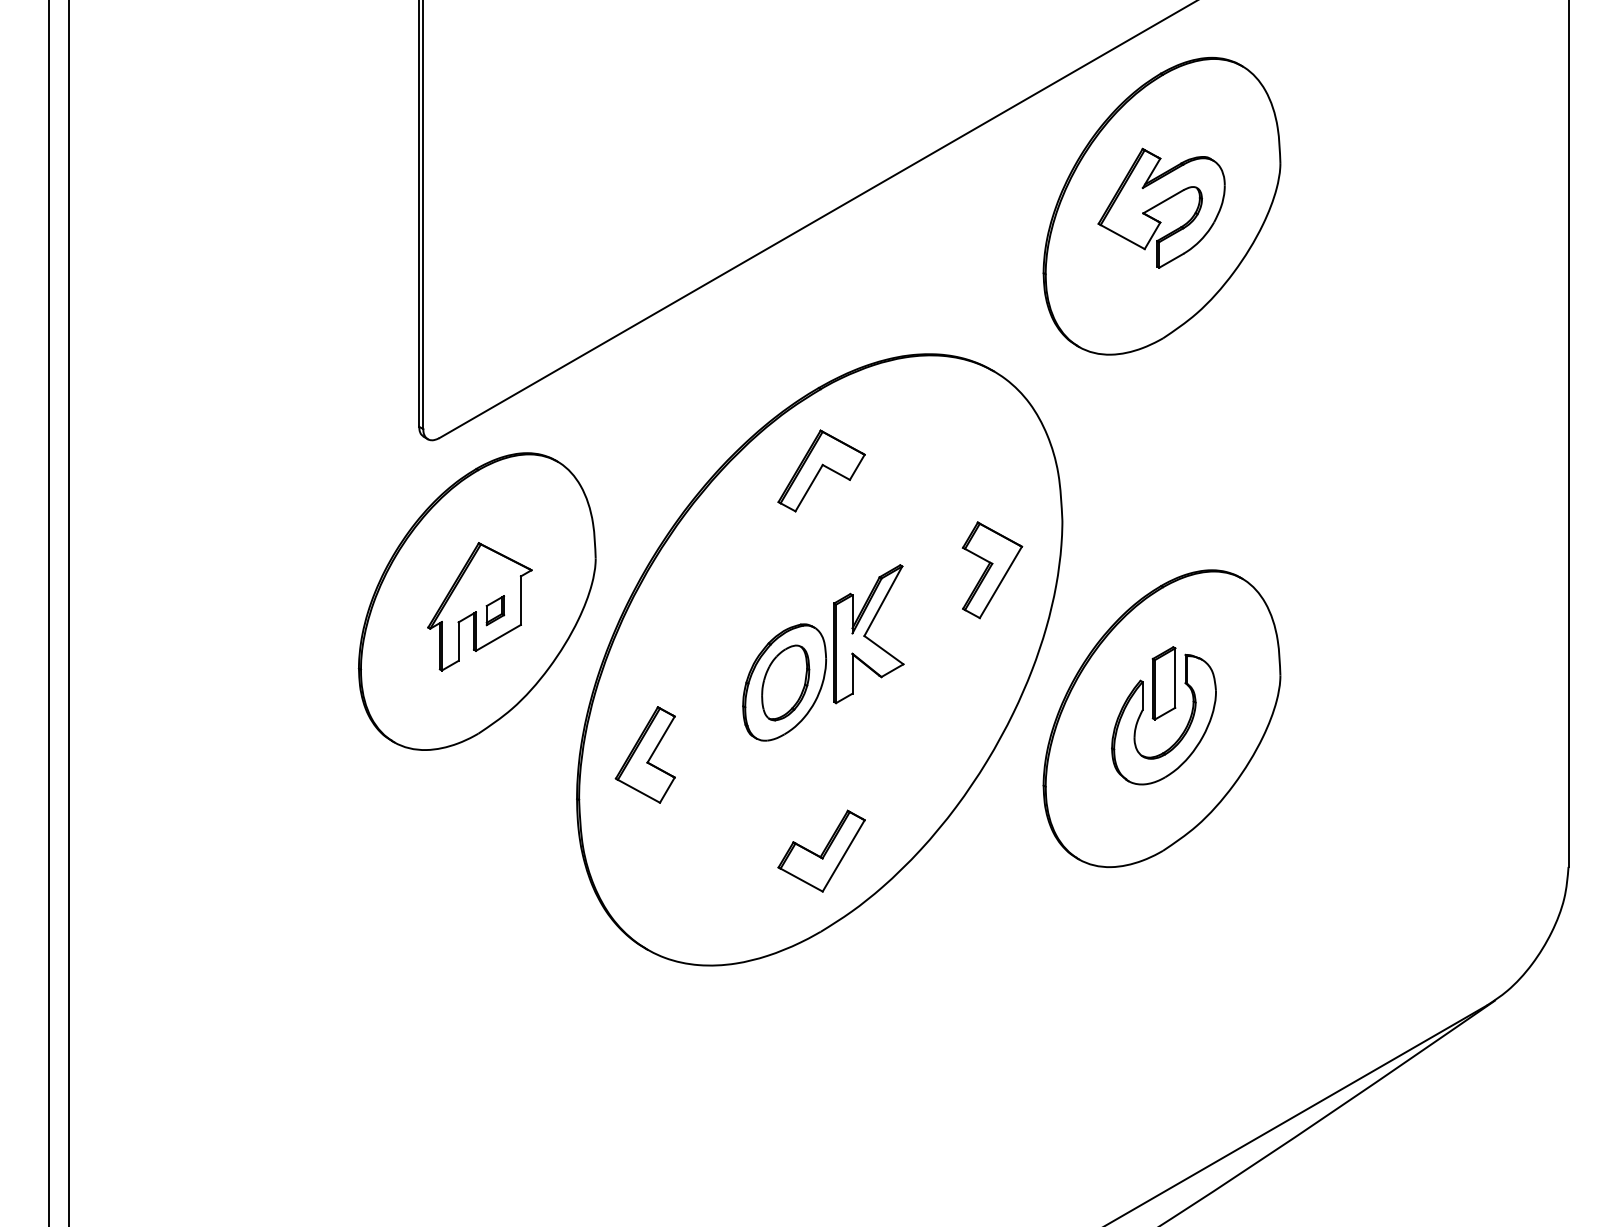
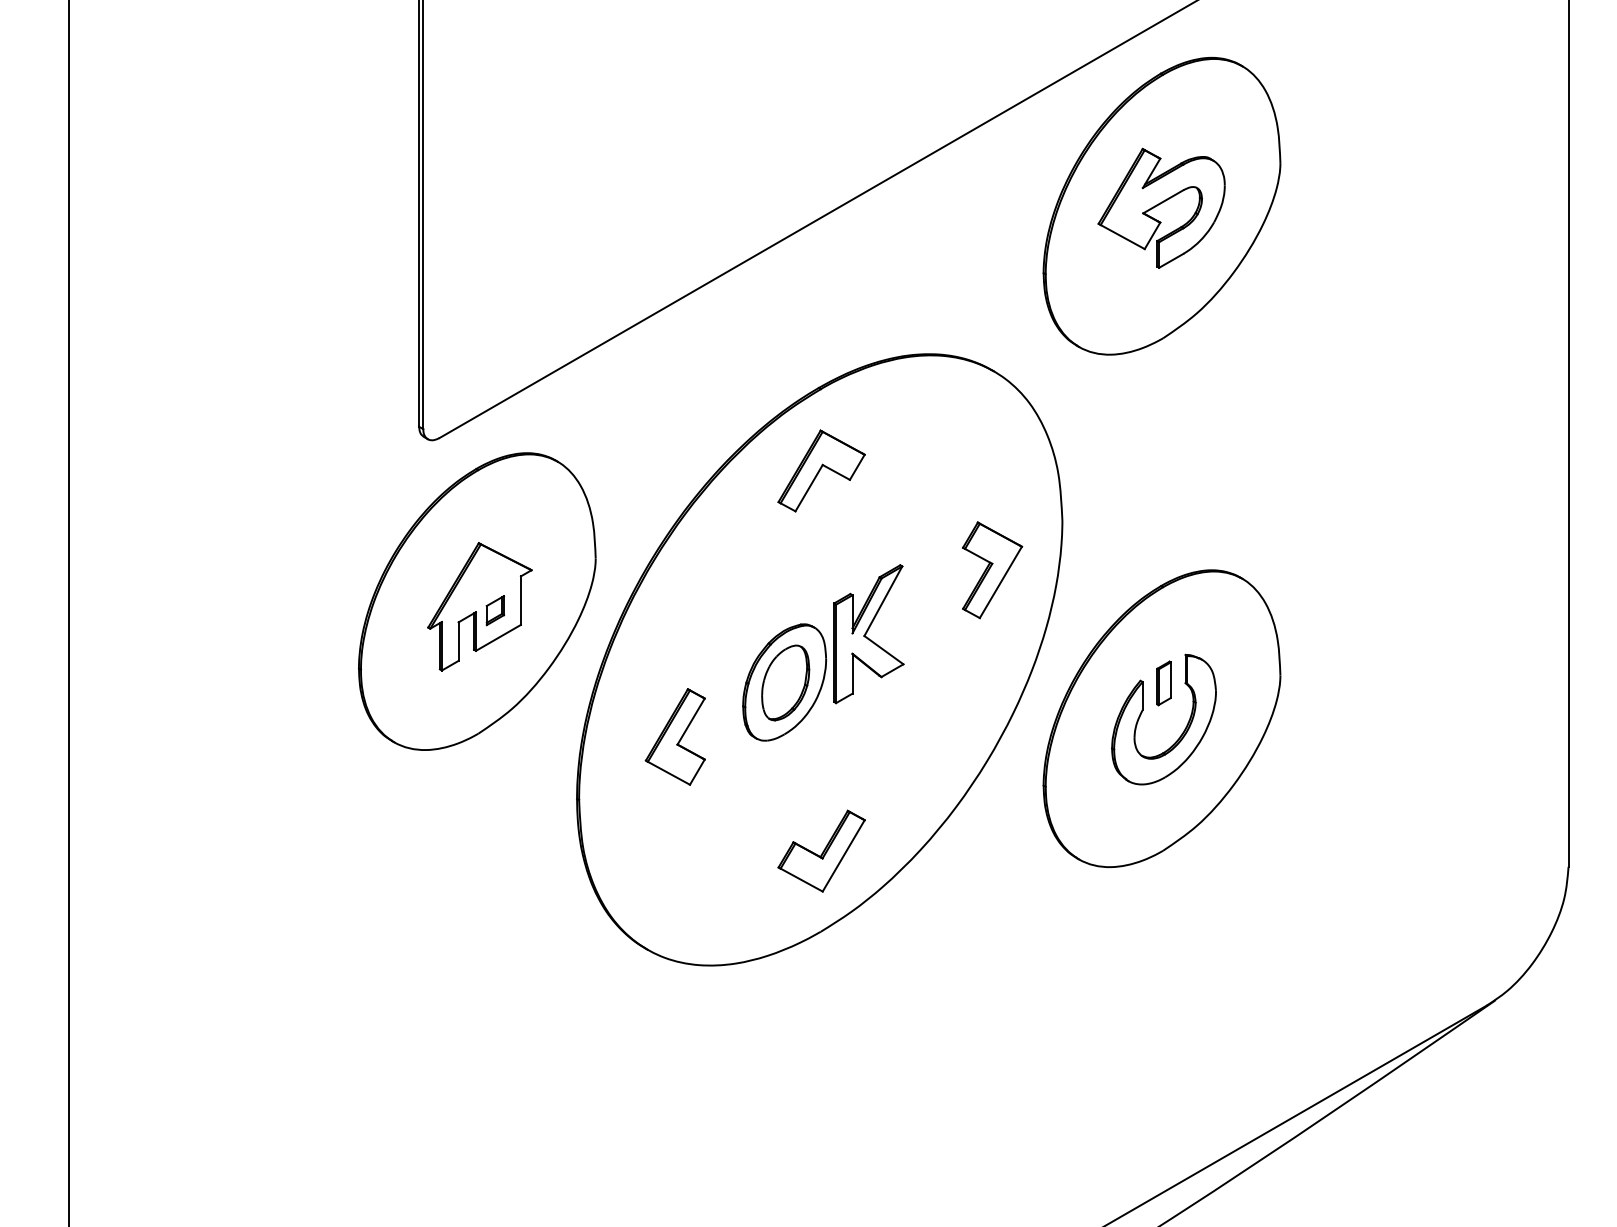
line at (48, 612): present -> none
part at (1163, 683) size: 26x75 px -> 16x47 px
part at (644, 754) position: (644, 754) -> (674, 736)
